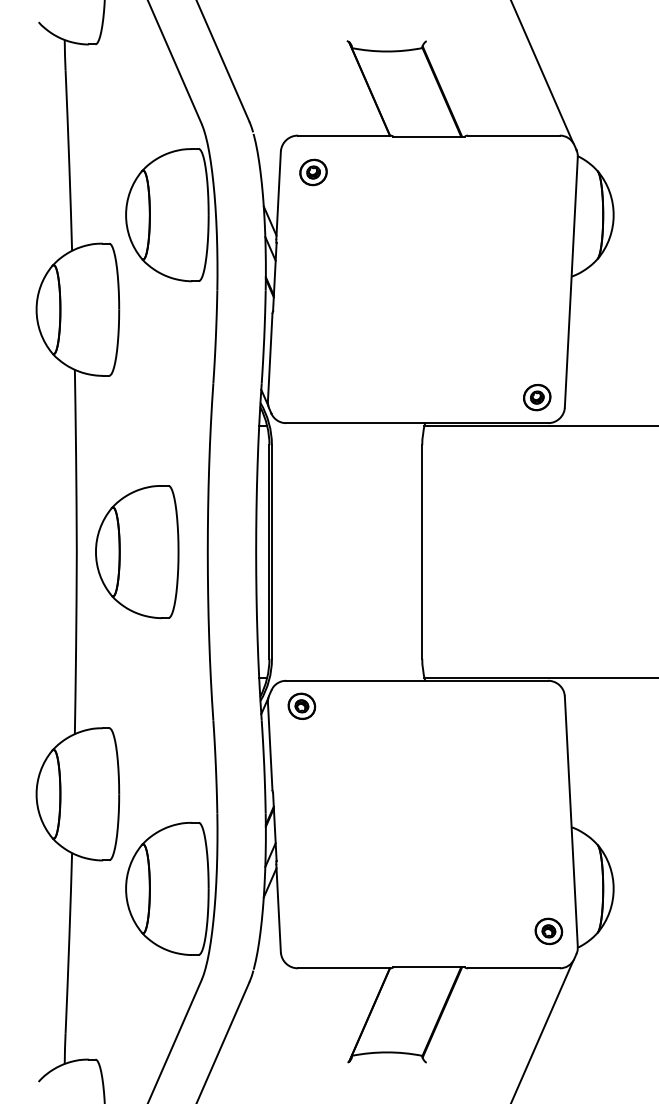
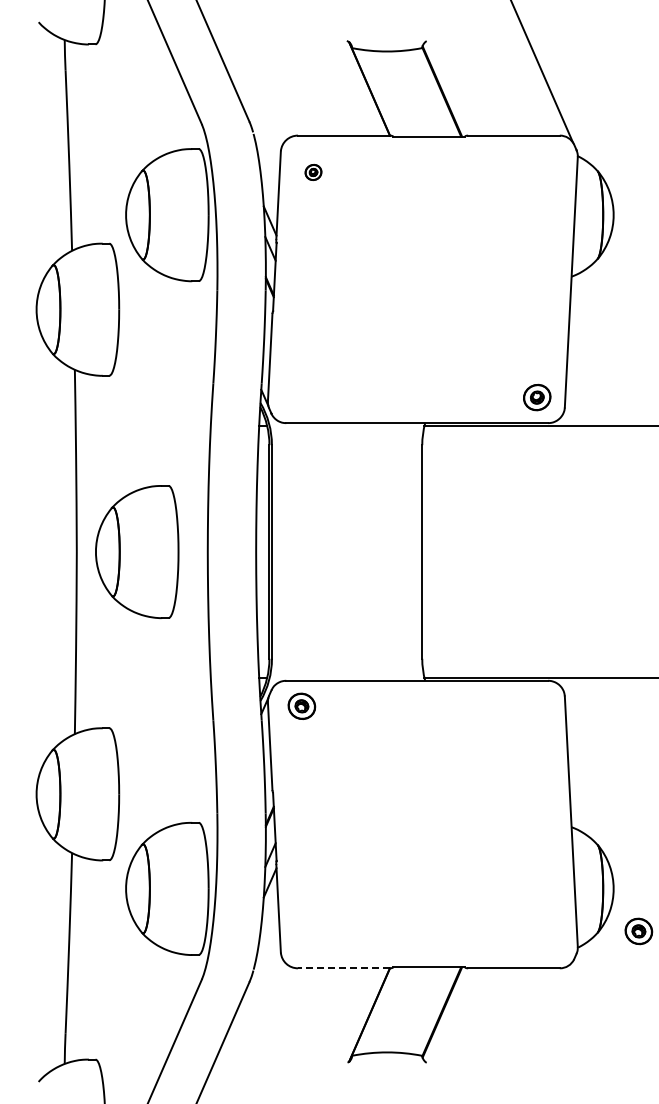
part at (313, 172) size: 29x29 px -> 19x17 px
part at (548, 931) position: (548, 931) -> (638, 931)
line at (343, 968): solid -> dashed
line at (542, 1030): present -> none
